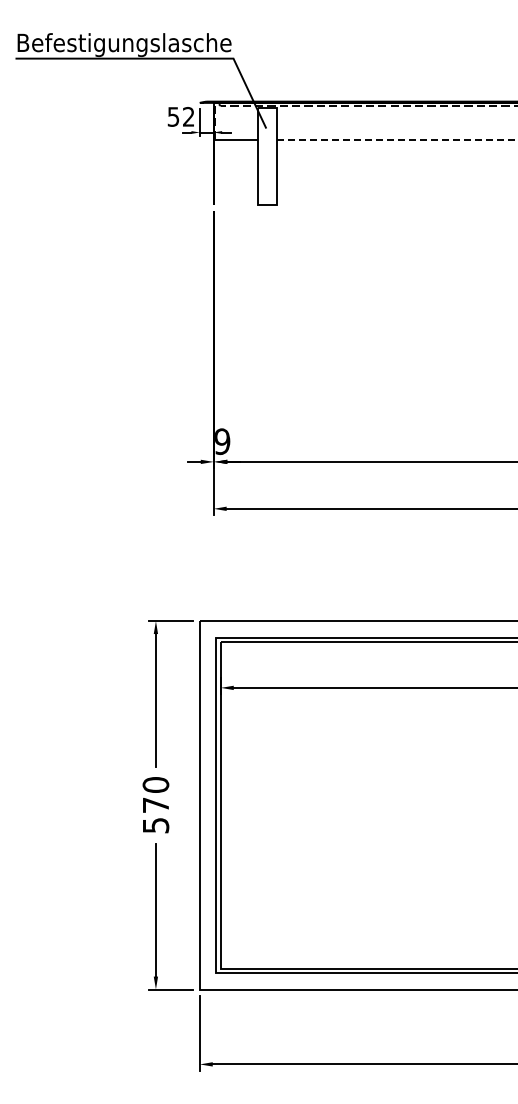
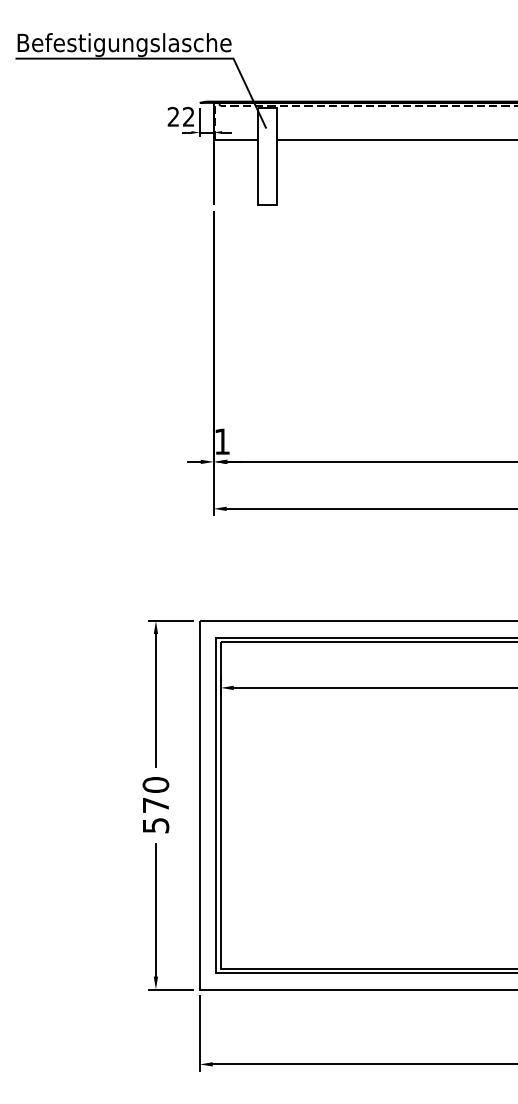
text at (173, 116): 52 -> 22
line at (397, 139): dashed -> solid
text at (222, 441): 9 -> 1
